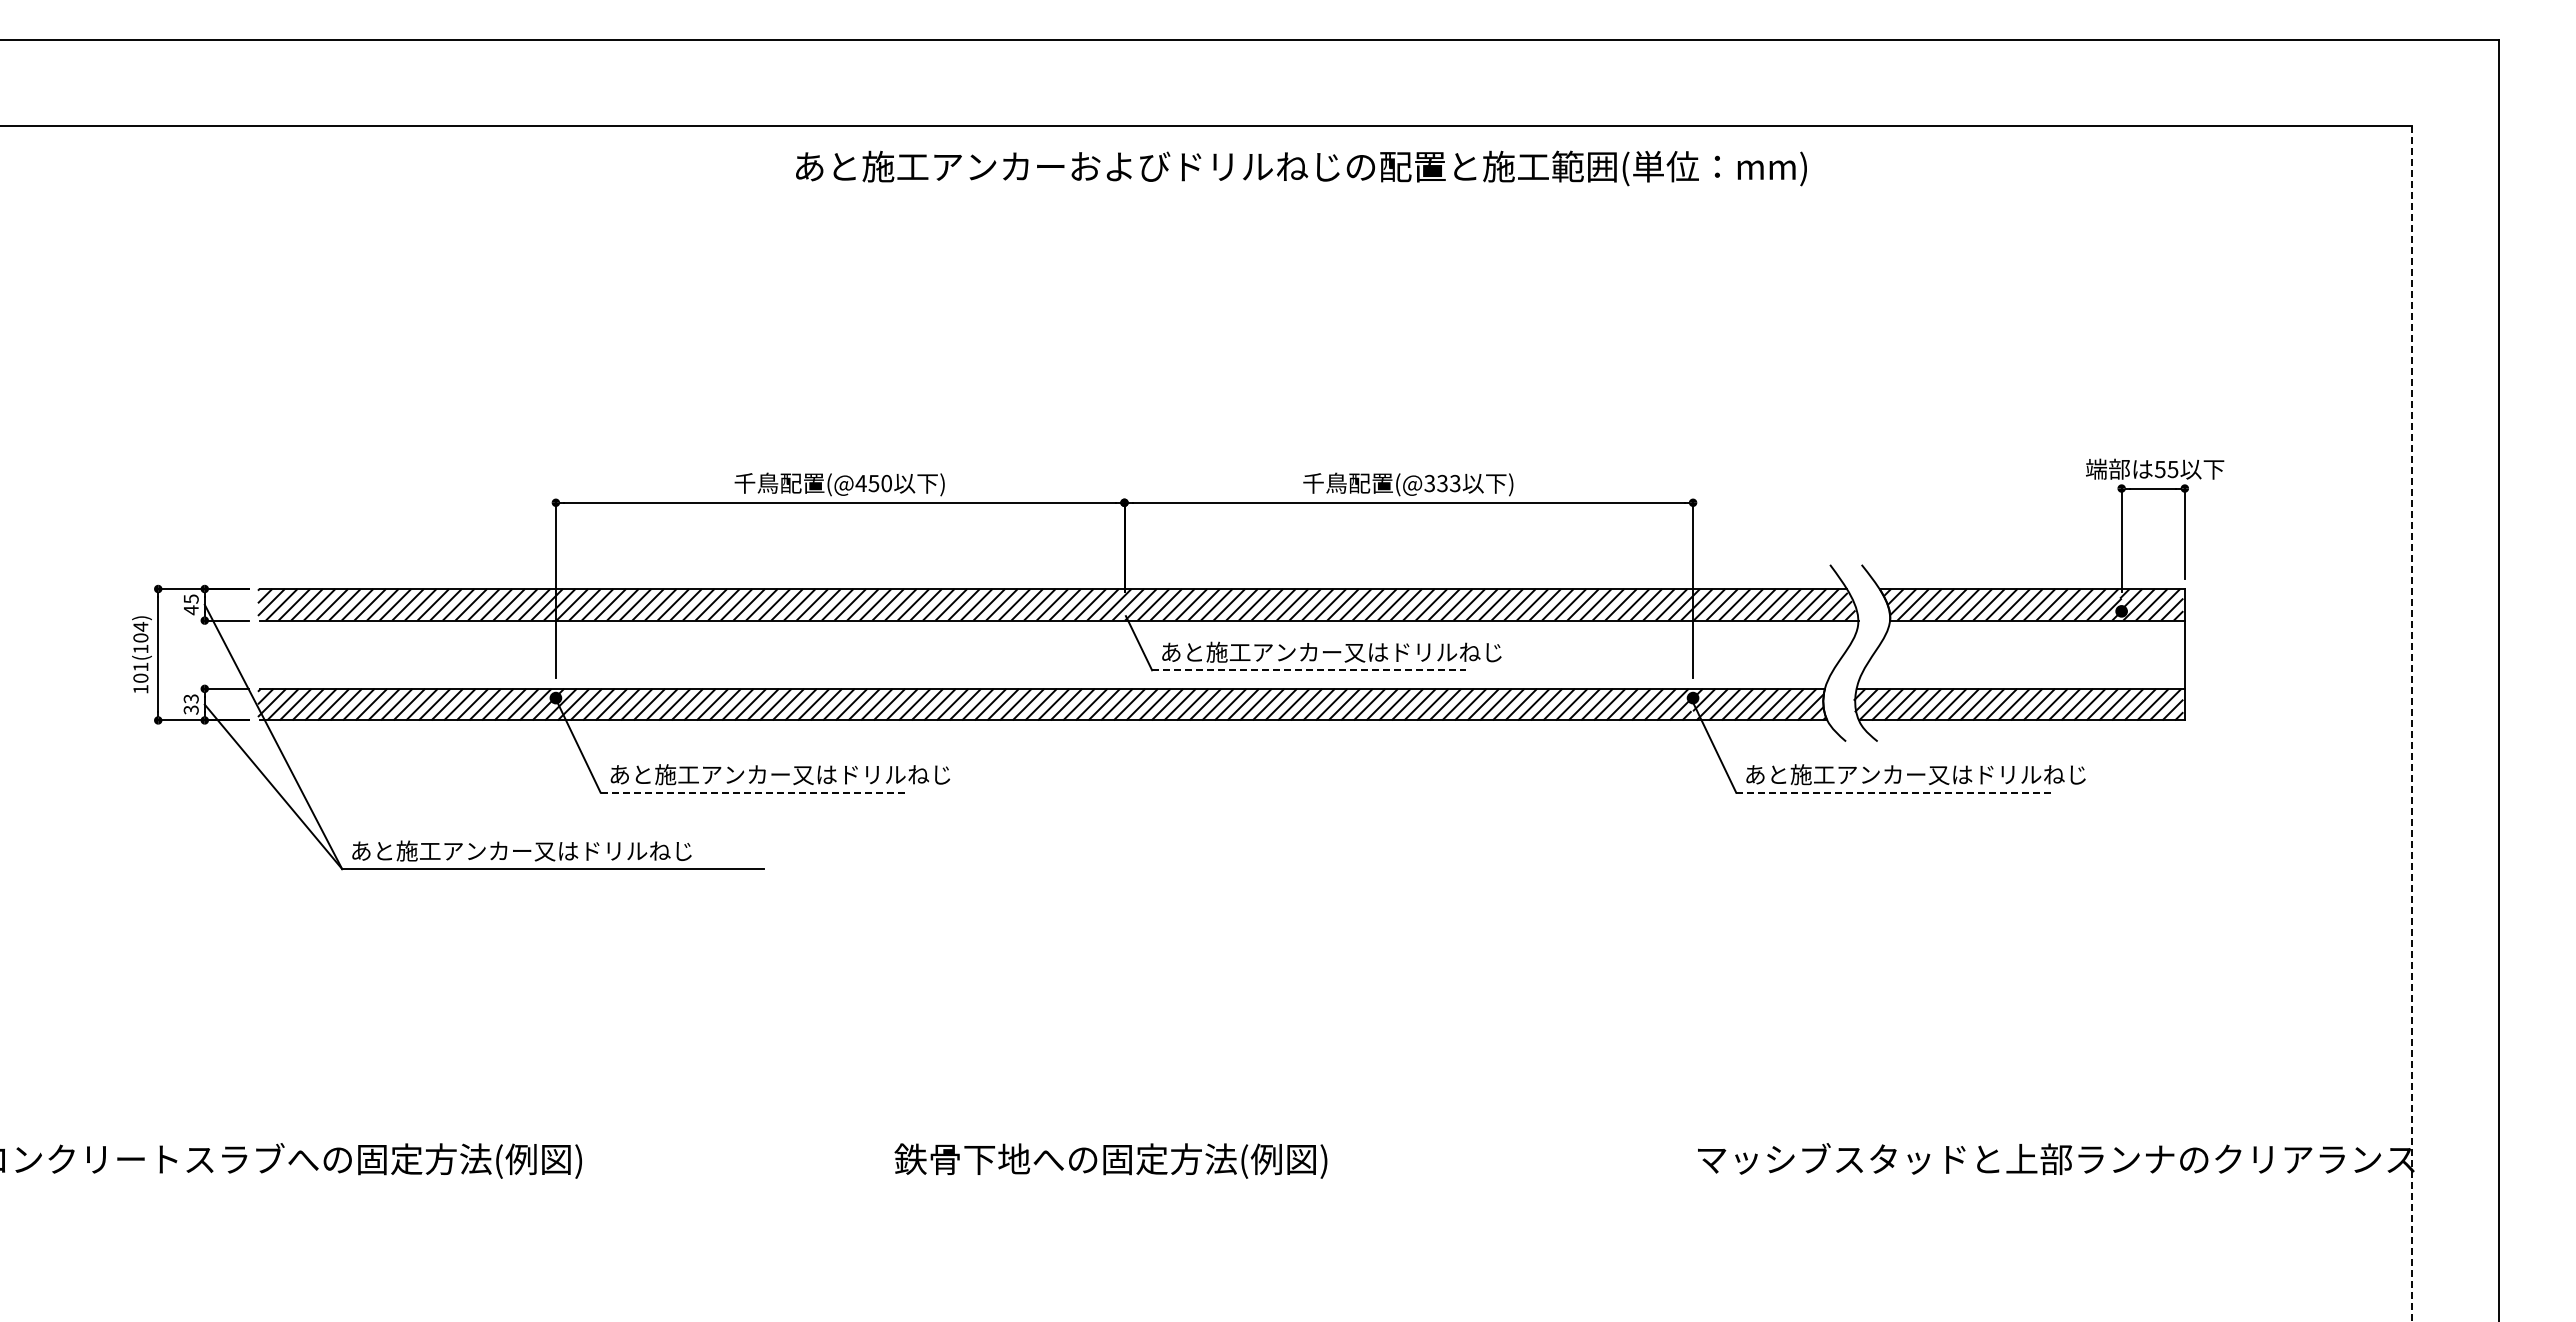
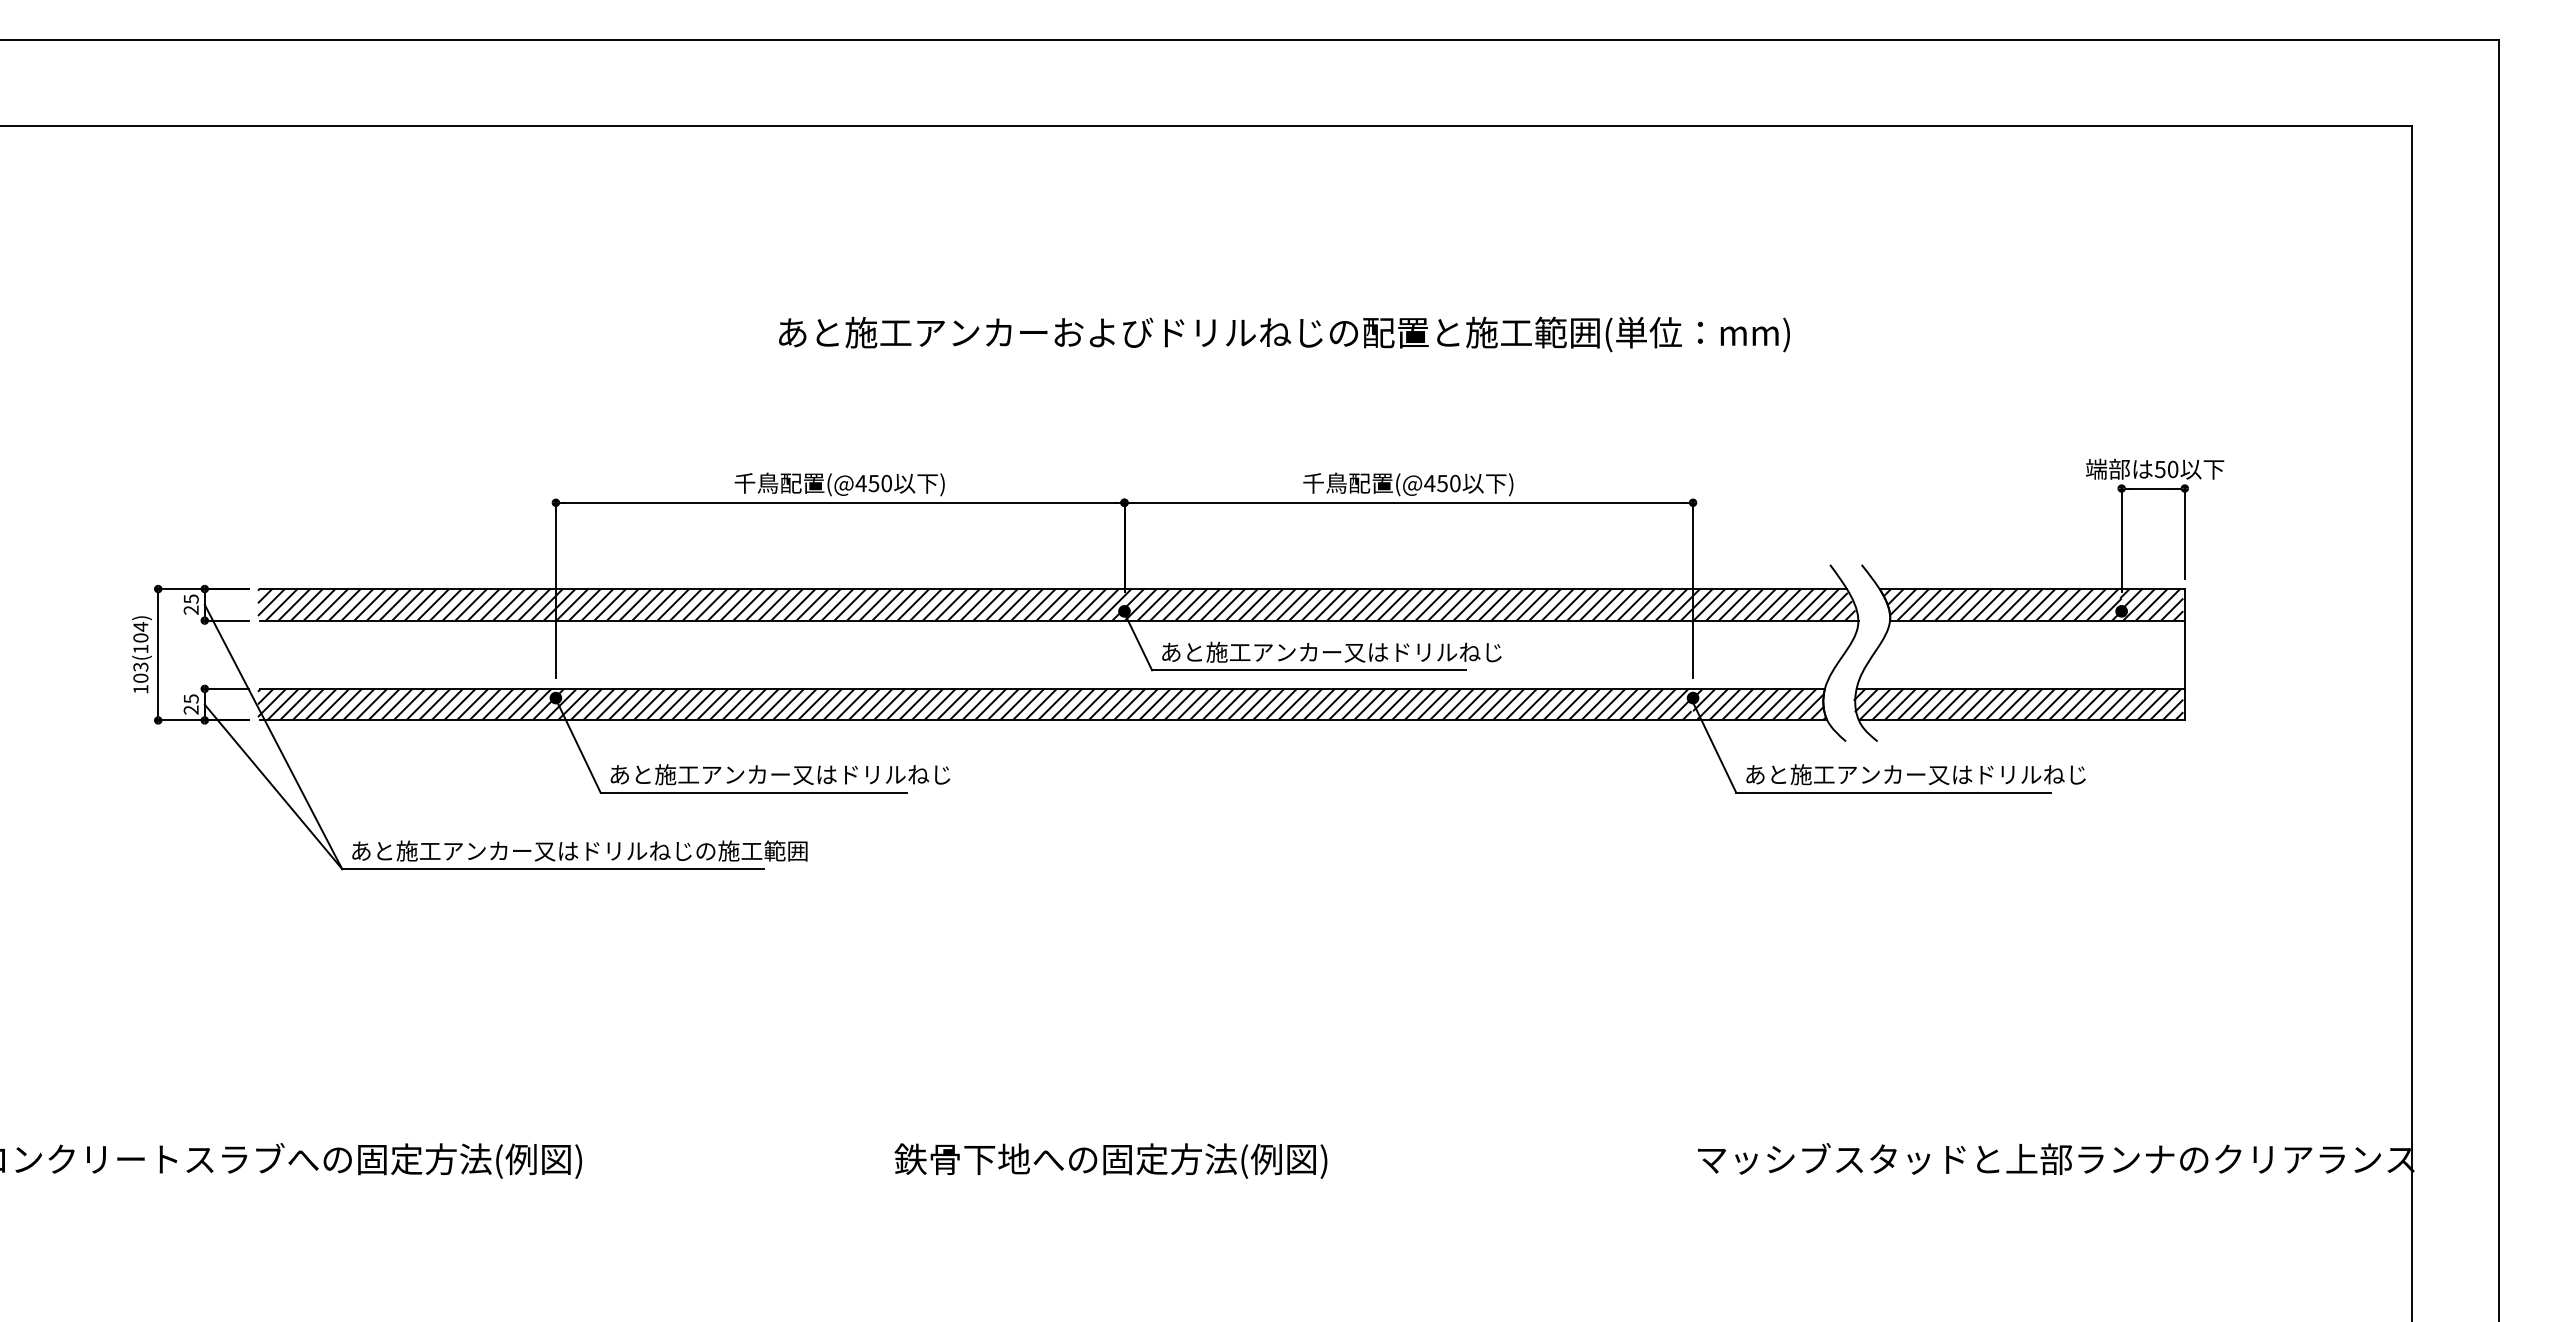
text at (1301, 168) position: (1301, 168) -> (1284, 334)
text at (2172, 469): 55 -> 50
text at (1442, 483): (@333 -> (@450
text at (190, 610): 45 -> 25
fill at (1124, 611): none -> present
text at (140, 666): 101(104) -> 103(104)
line at (1309, 670): dashed -> solid
text at (190, 704): 33 -> 25
line at (2411, 724): dashed -> solid
line at (754, 792): dashed -> solid
line at (1893, 792): dashed -> solid
text at (751, 850): あと施工アンカー又はドリルねじ -> あと施工アンカー又はドリルねじの施工範囲
